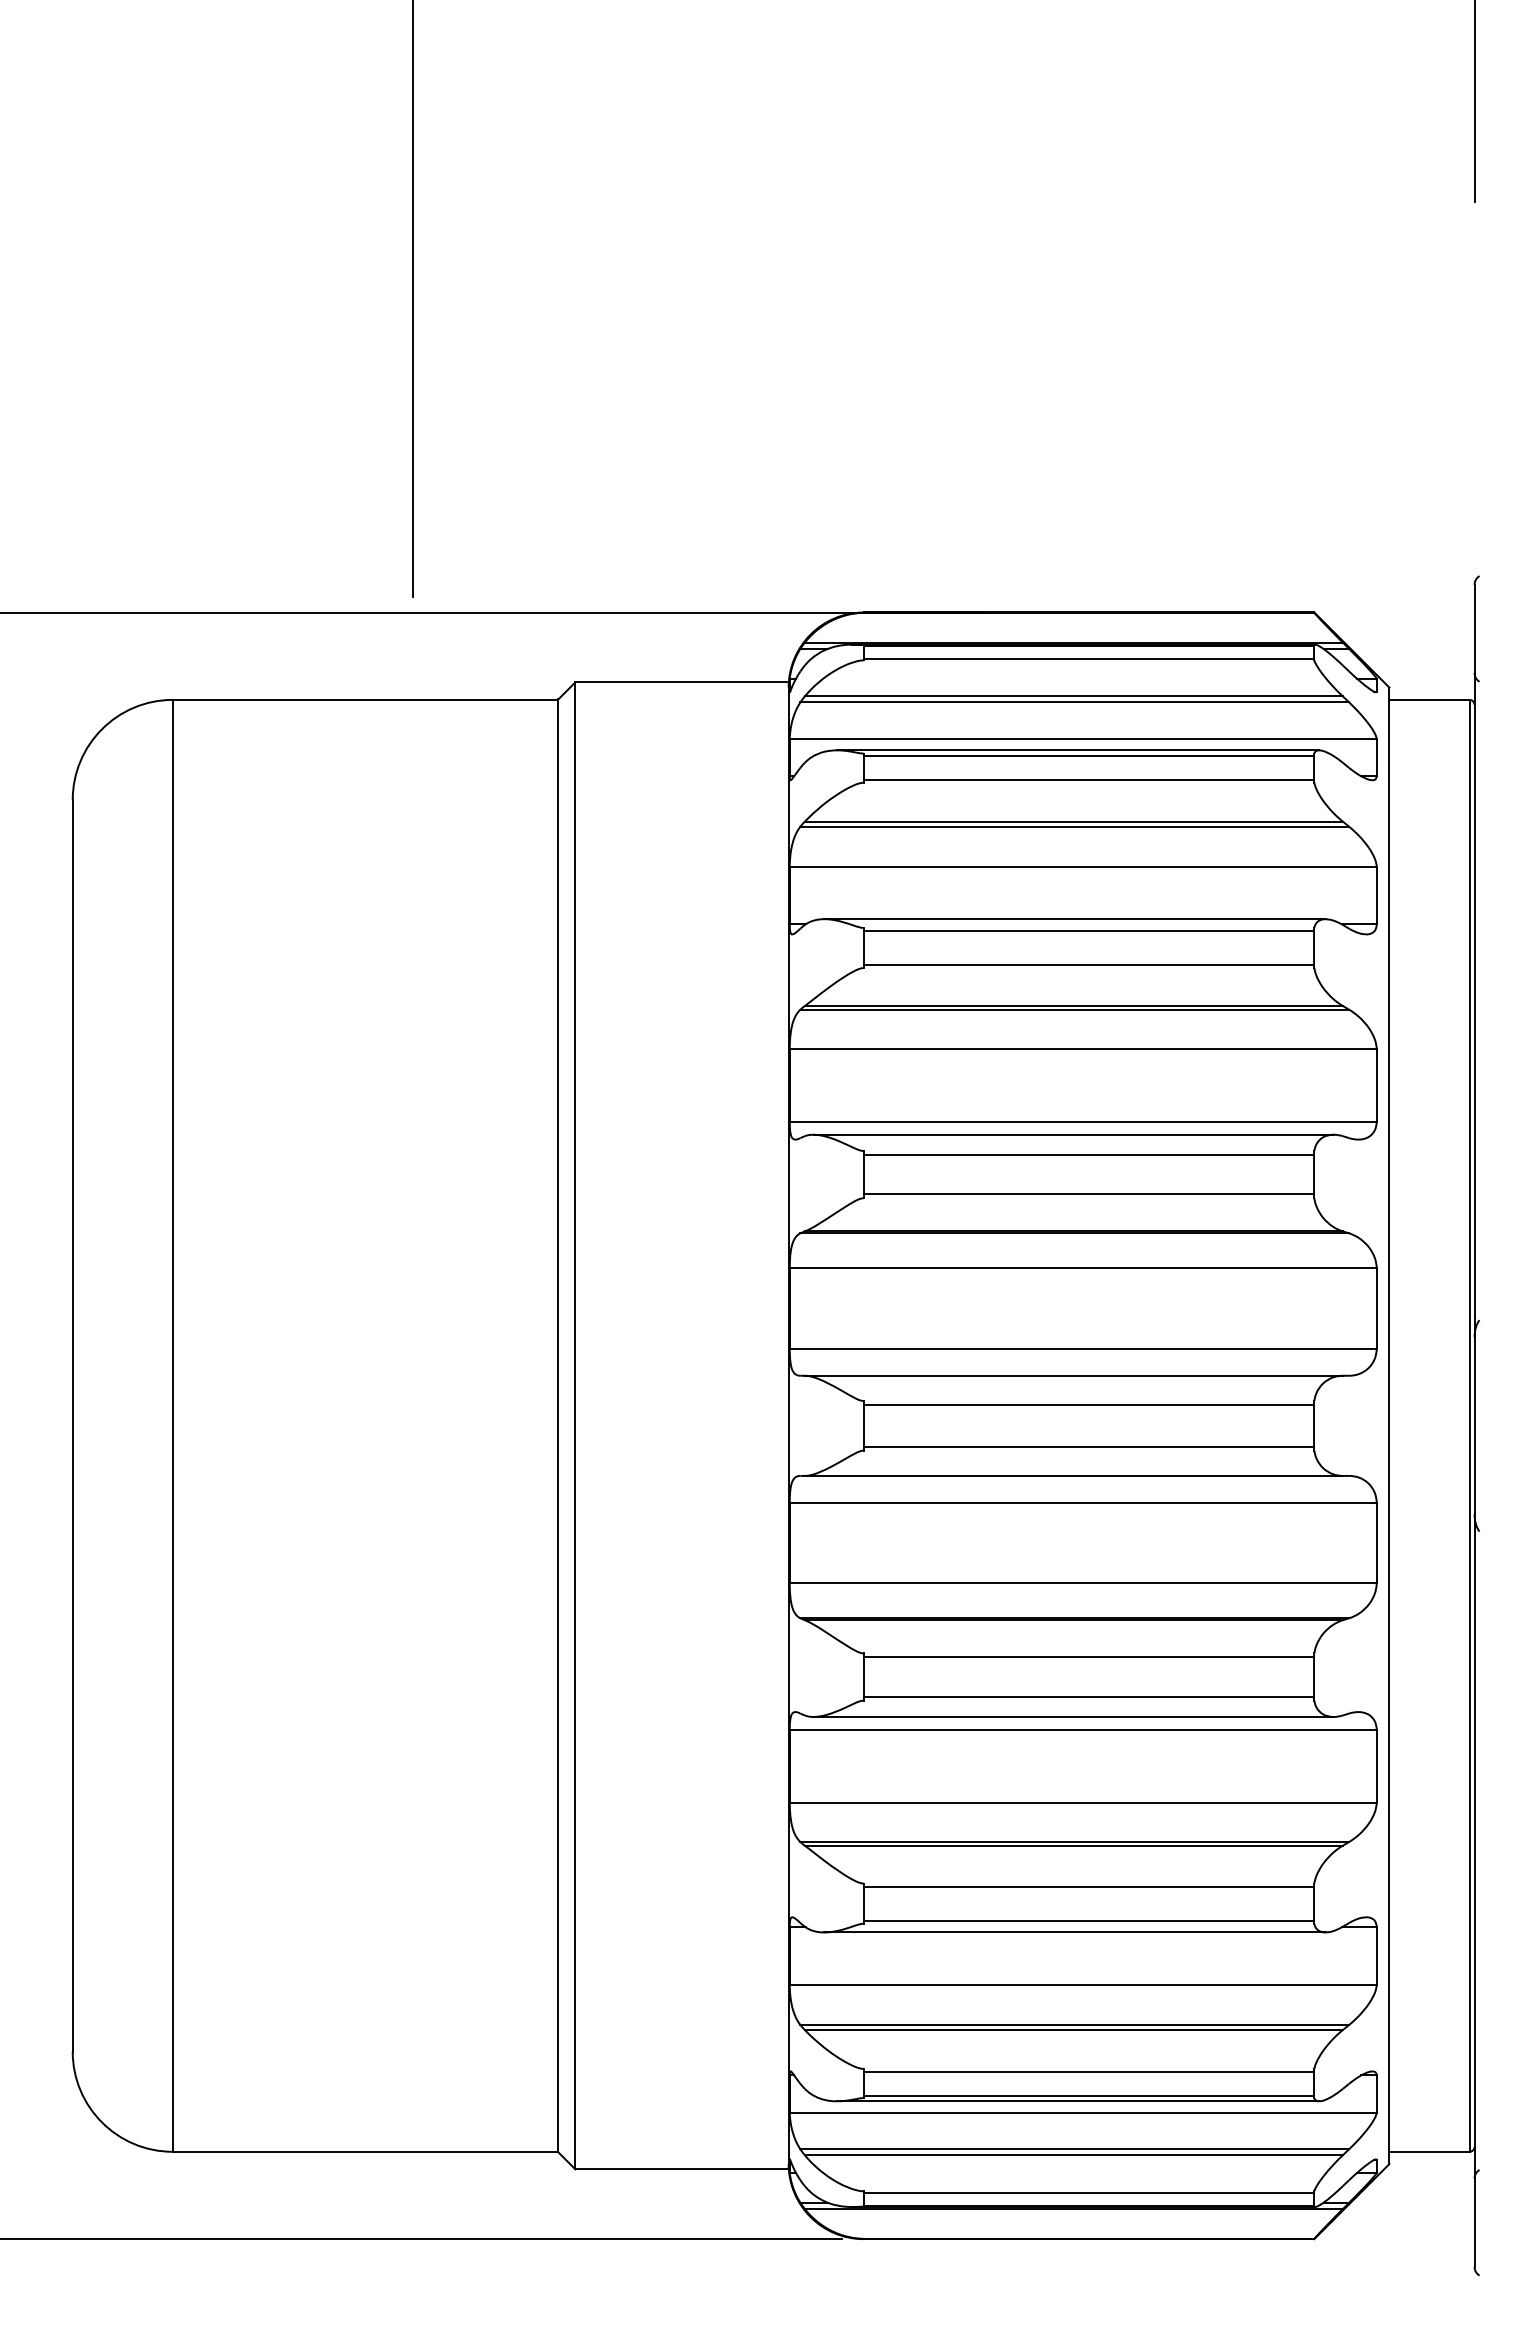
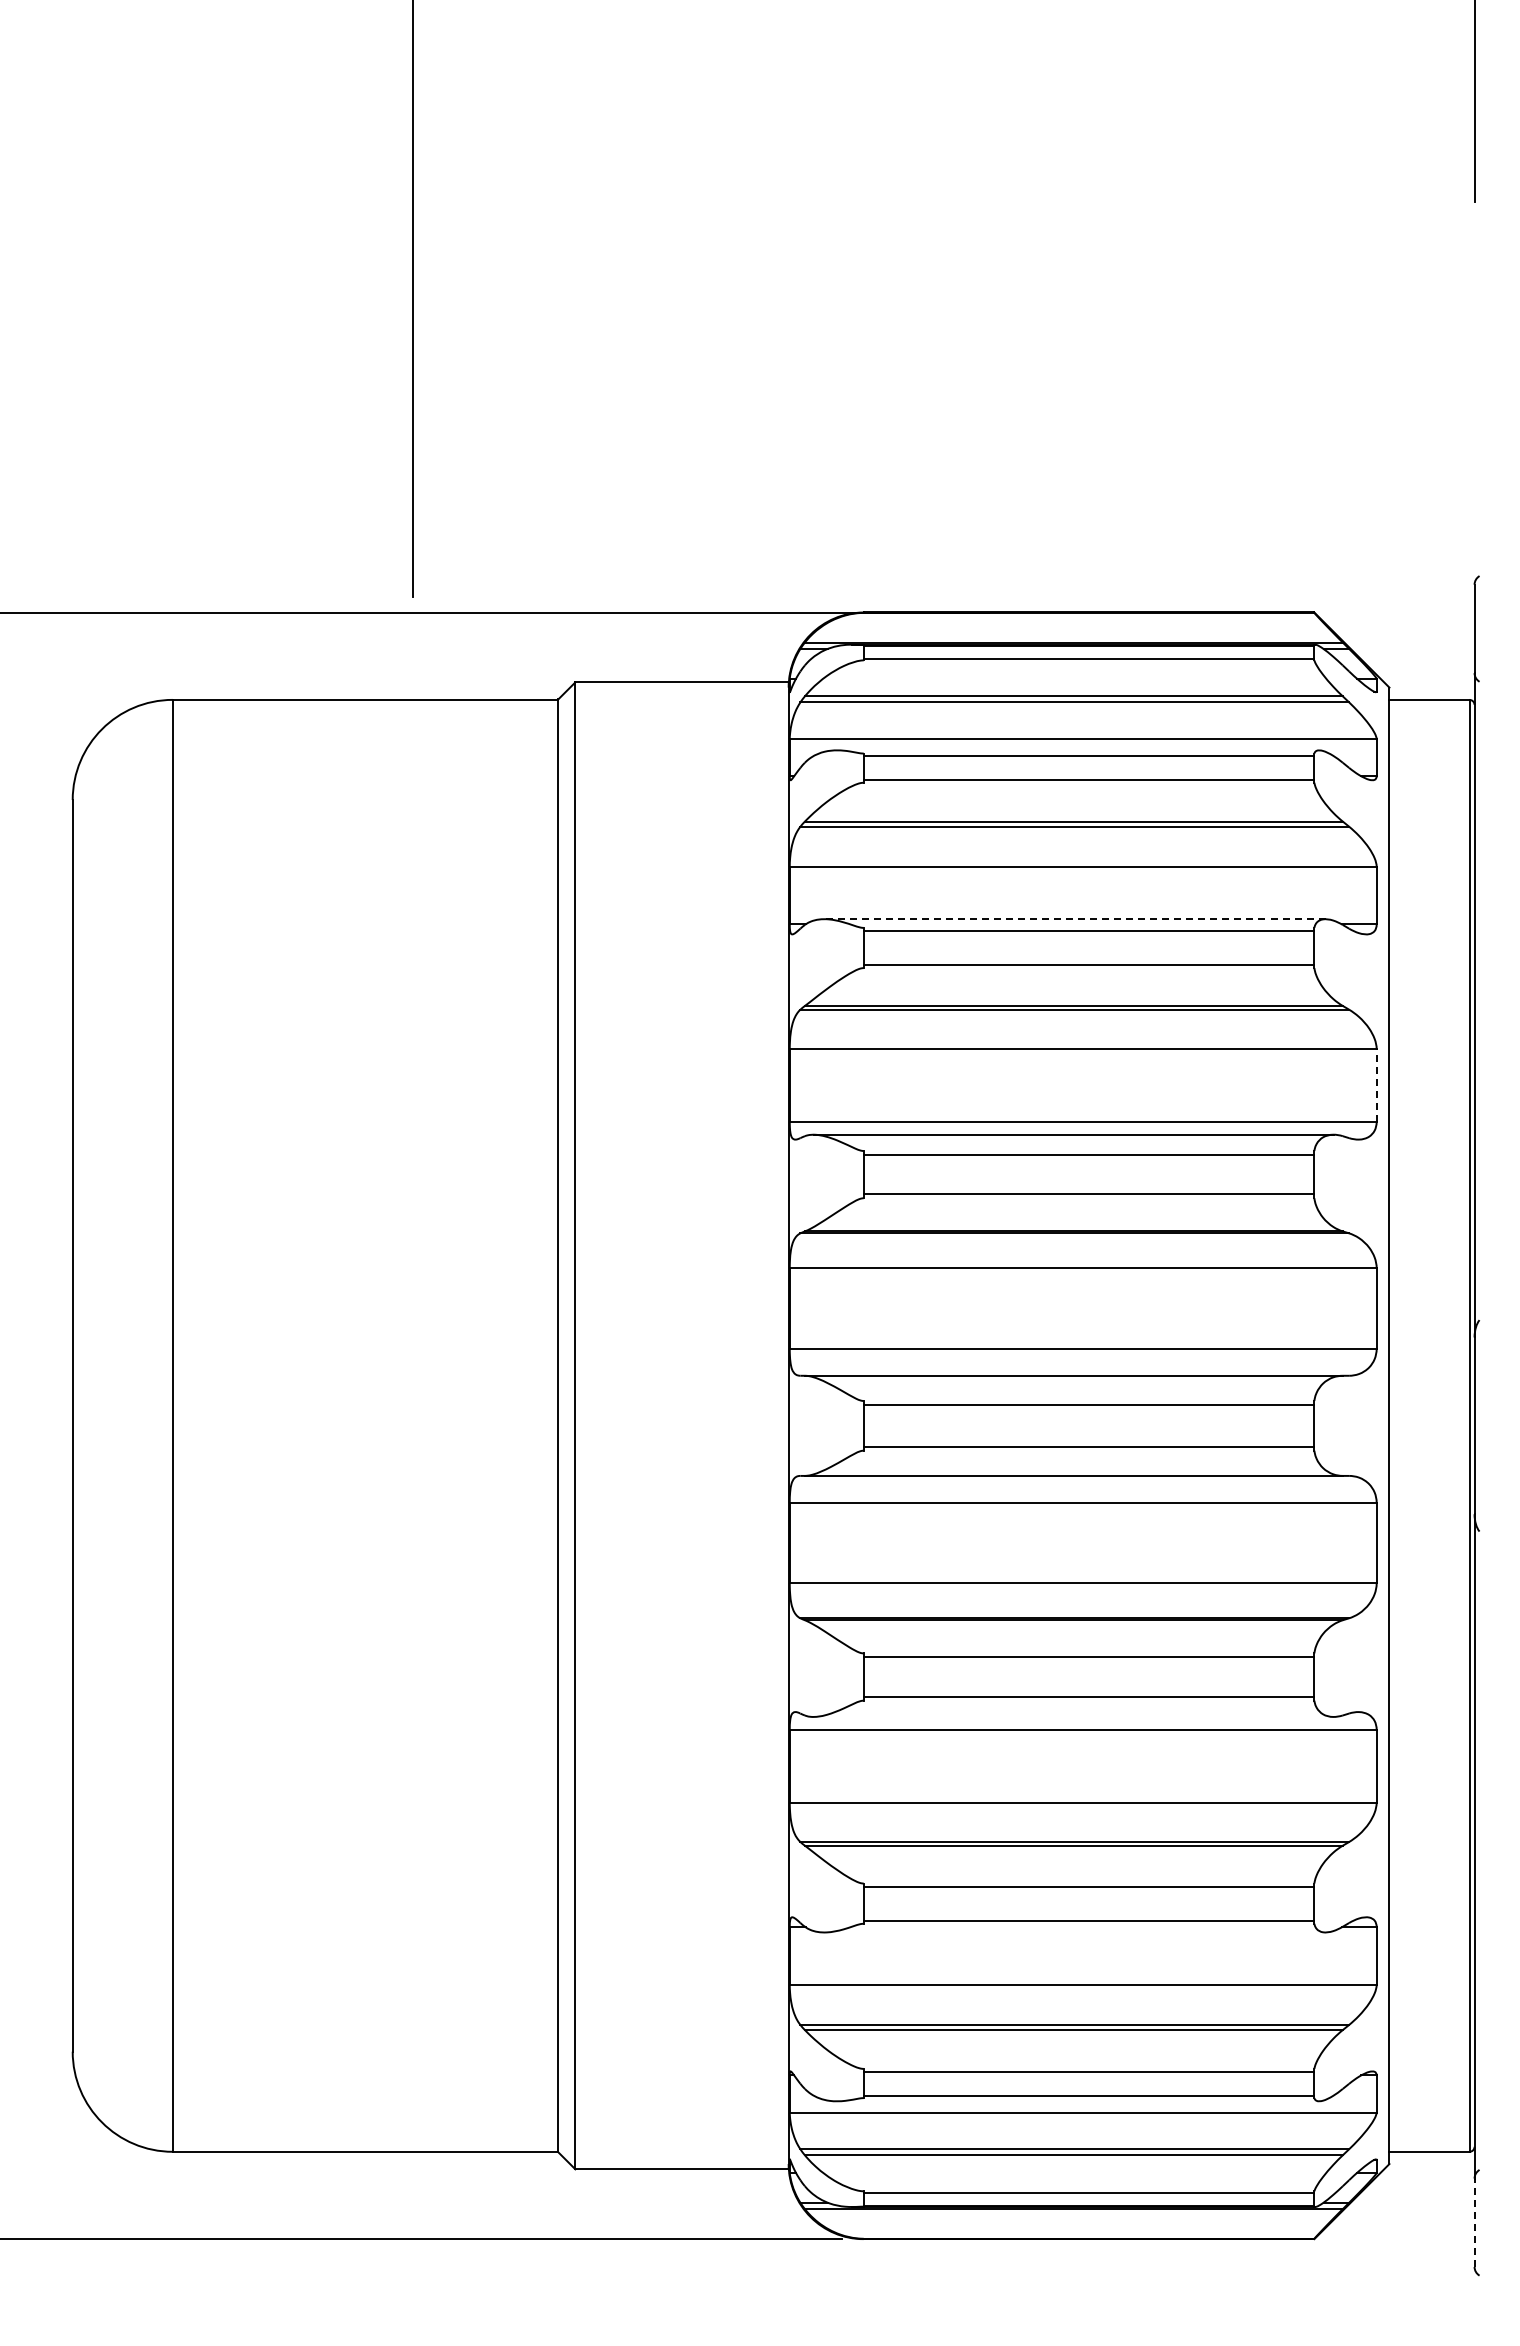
line at (1078, 750): present -> none
line at (1074, 919): solid -> dashed
line at (1376, 1084): solid -> dashed
line at (1073, 1716): present -> none
line at (1074, 1932): present -> none
line at (1078, 2101): present -> none
line at (1474, 2222): solid -> dashed
